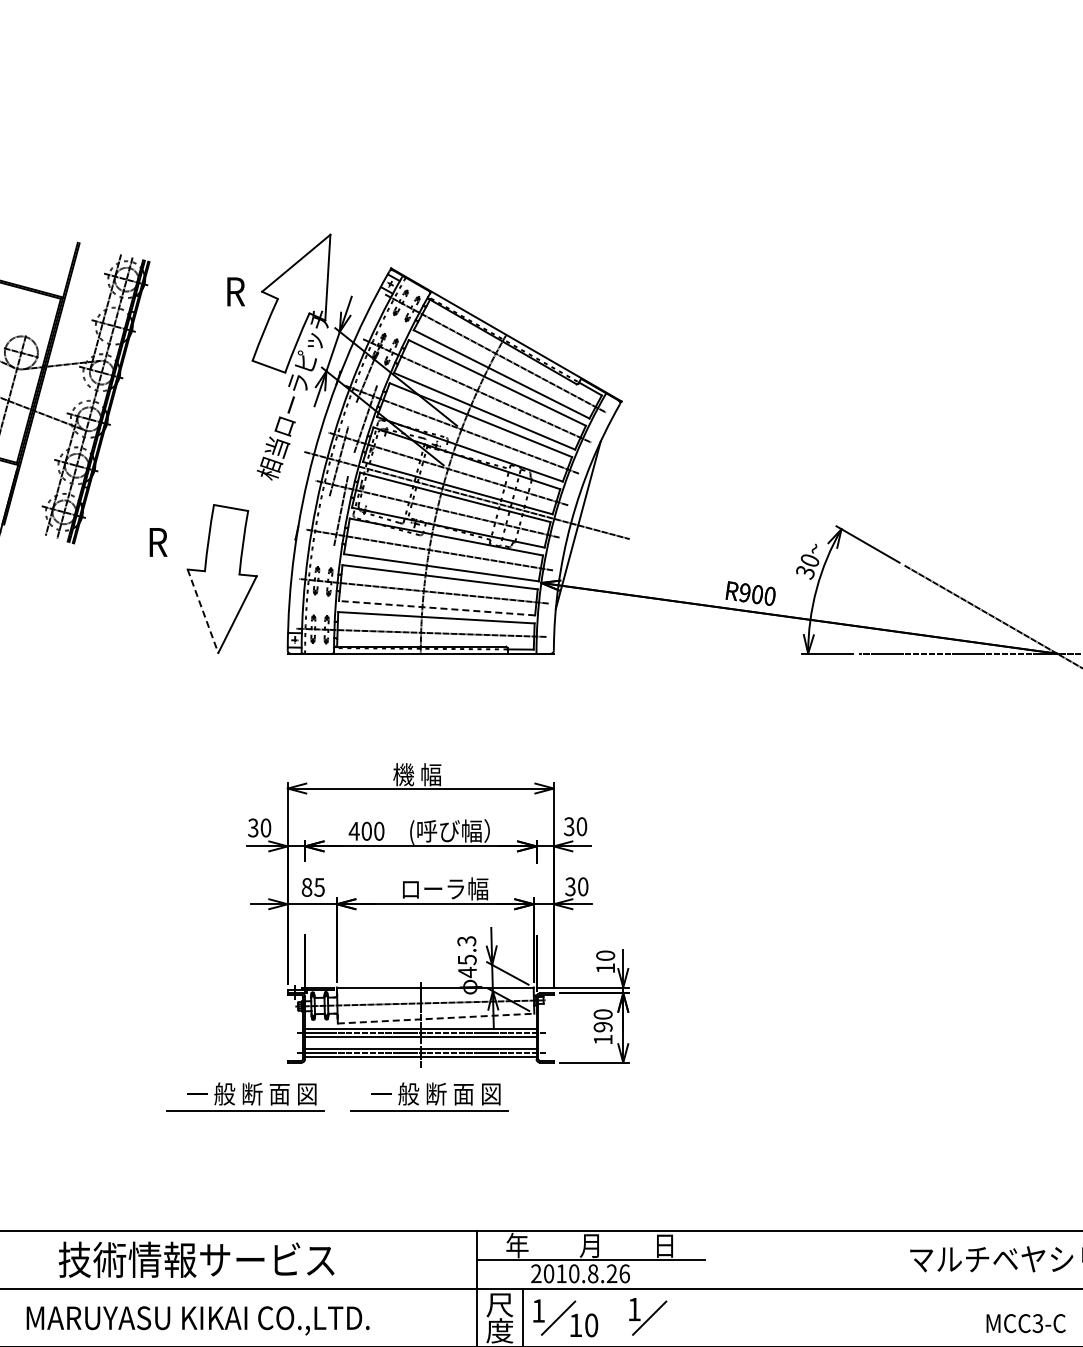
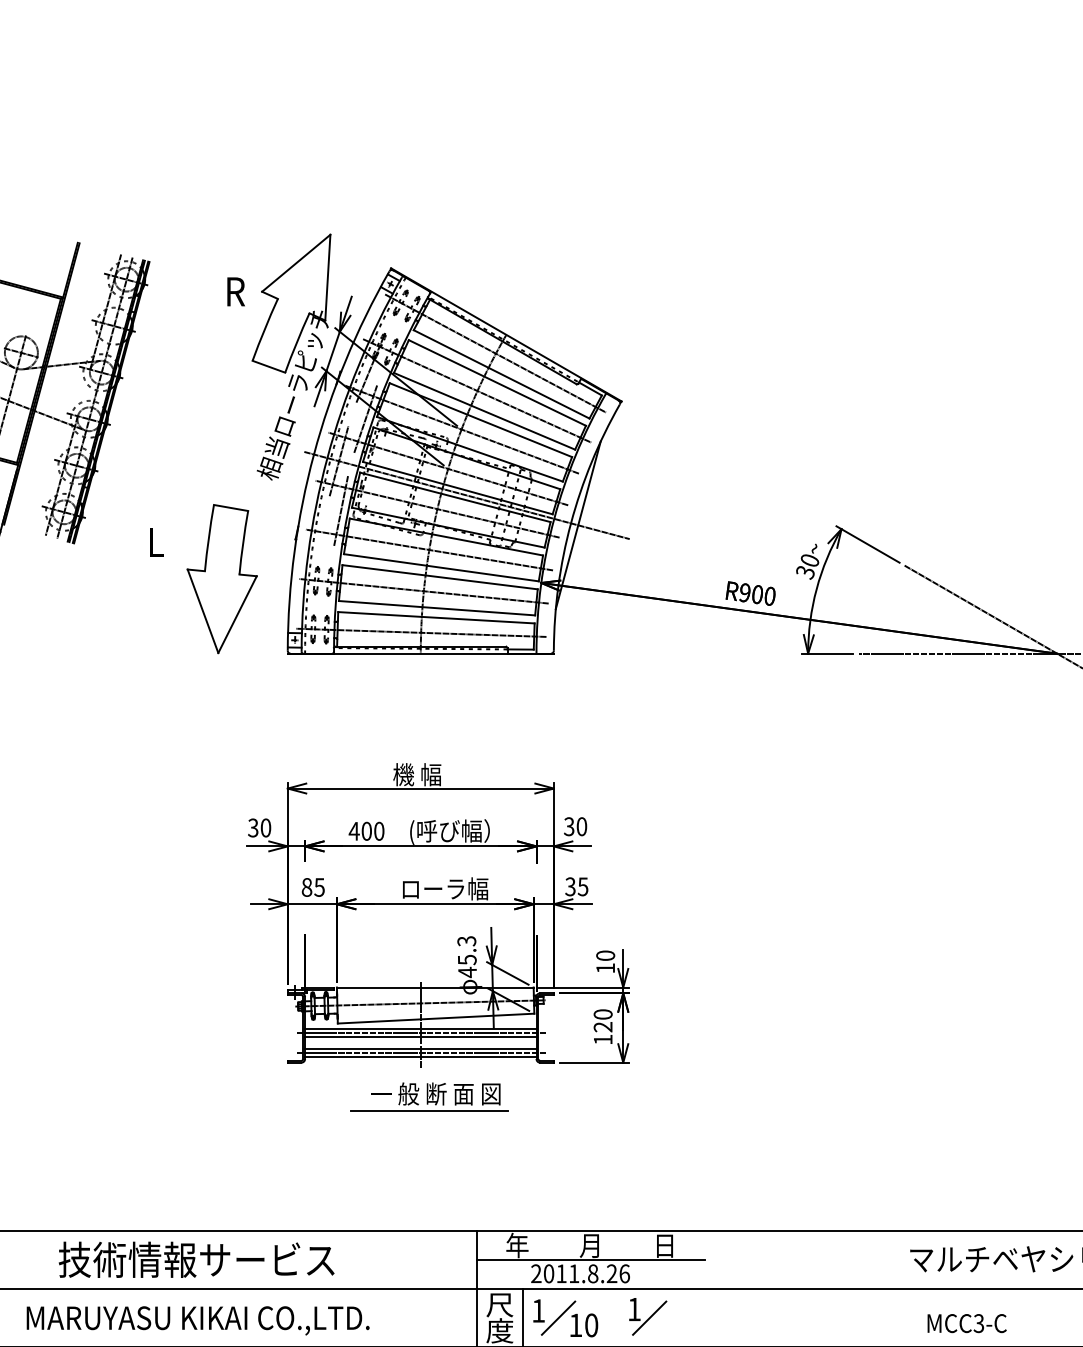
text at (158, 542): R -> L
line at (436, 608): dashed -> solid
line at (203, 611): dashed -> solid
text at (582, 886): 30 -> 35
line at (436, 1018): dashed -> solid
text at (603, 1027): 190 -> 120
part at (245, 1096): present -> none
text at (574, 1273): 2010.8.26 -> 2011.8.26
text at (1025, 1323) position: (1025, 1323) -> (966, 1323)
